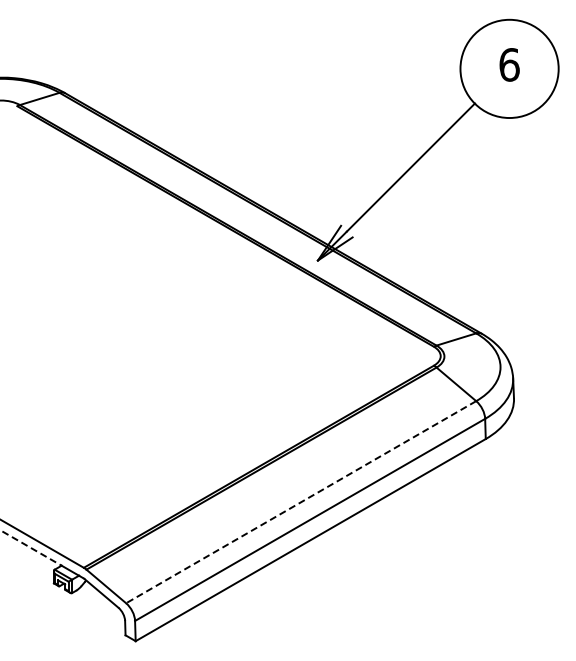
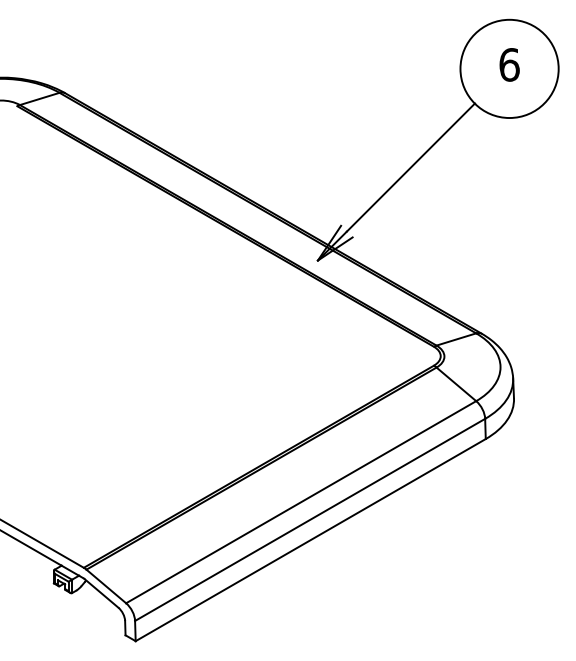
line at (300, 502): dashed -> solid
line at (31, 548): dashed -> solid
